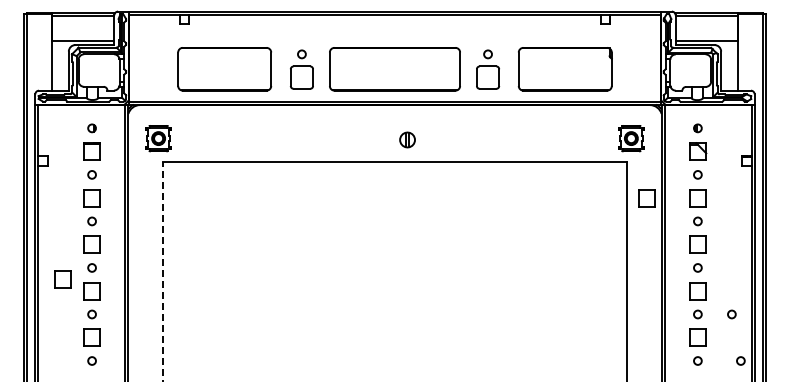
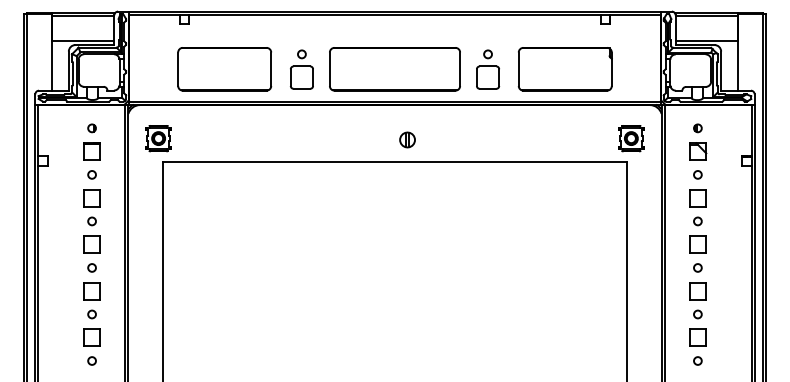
part at (646, 198): present -> none
line at (163, 271): dashed -> solid
part at (62, 279): present -> none
circle at (731, 314): present -> none
circle at (740, 360): present -> none
